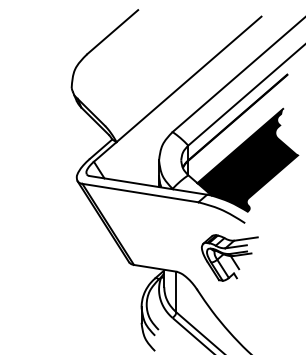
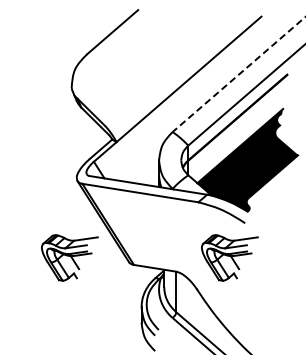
line at (239, 74): solid -> dashed
part at (69, 257): none -> present
